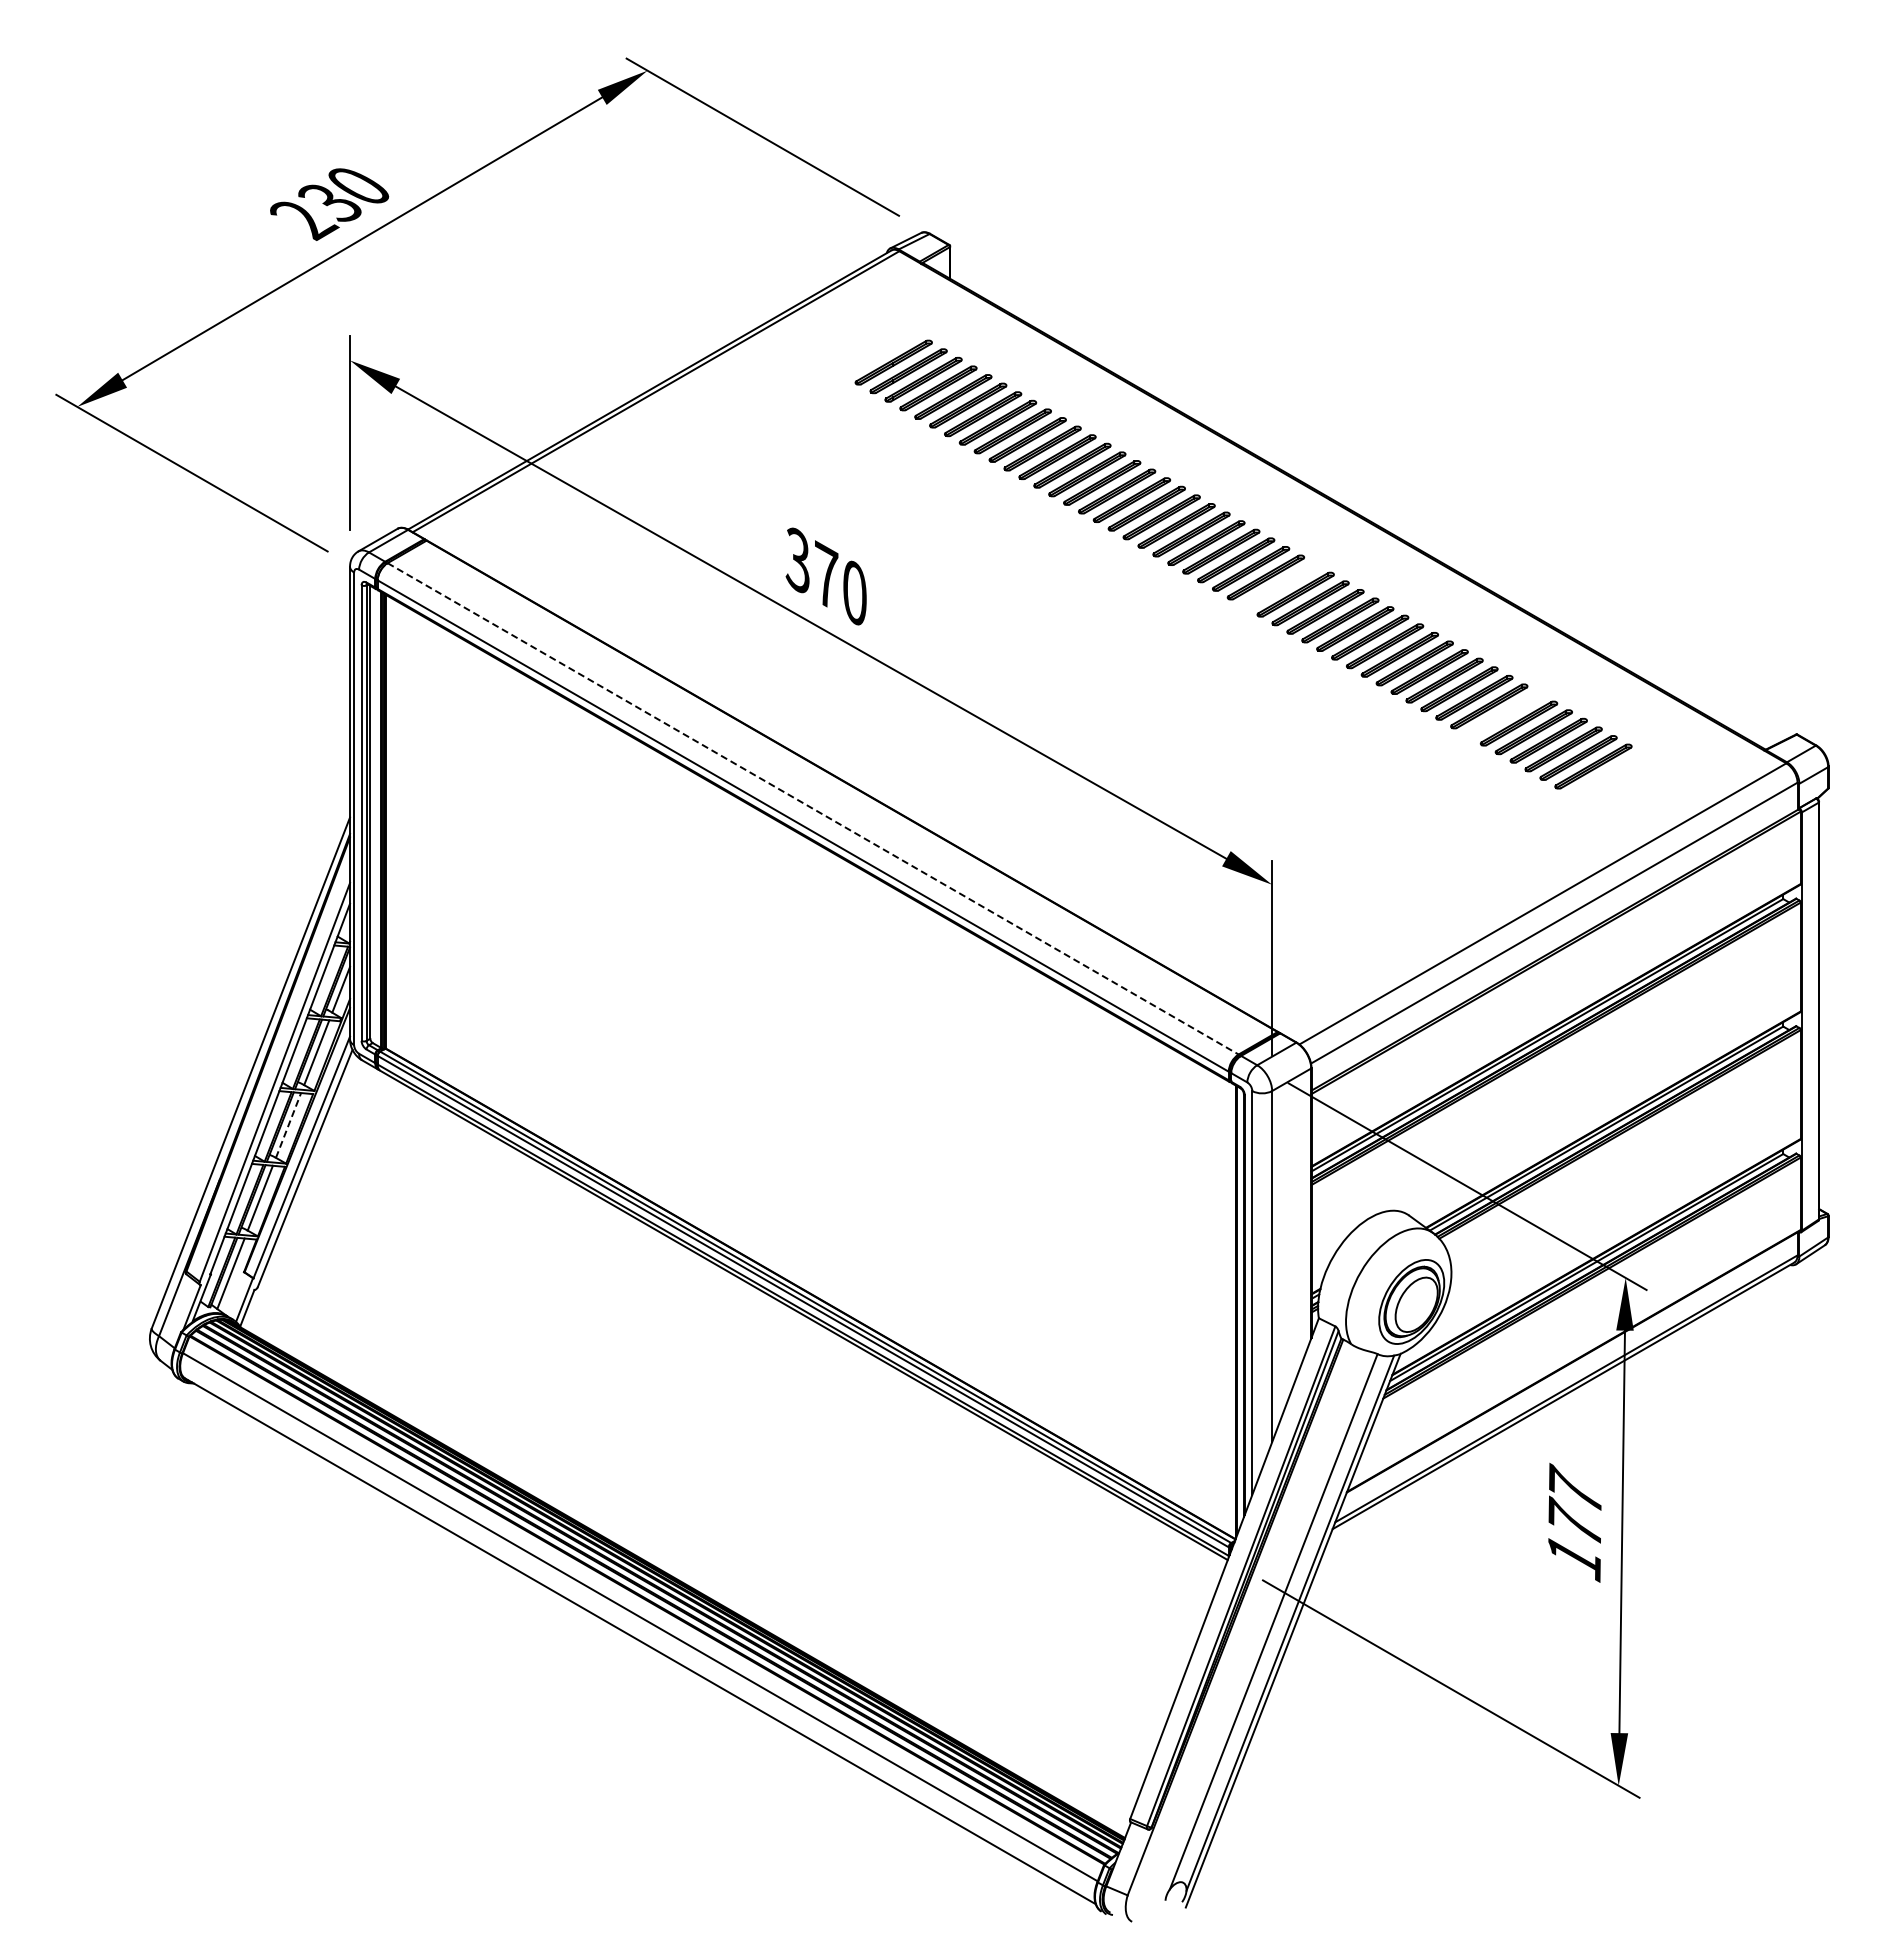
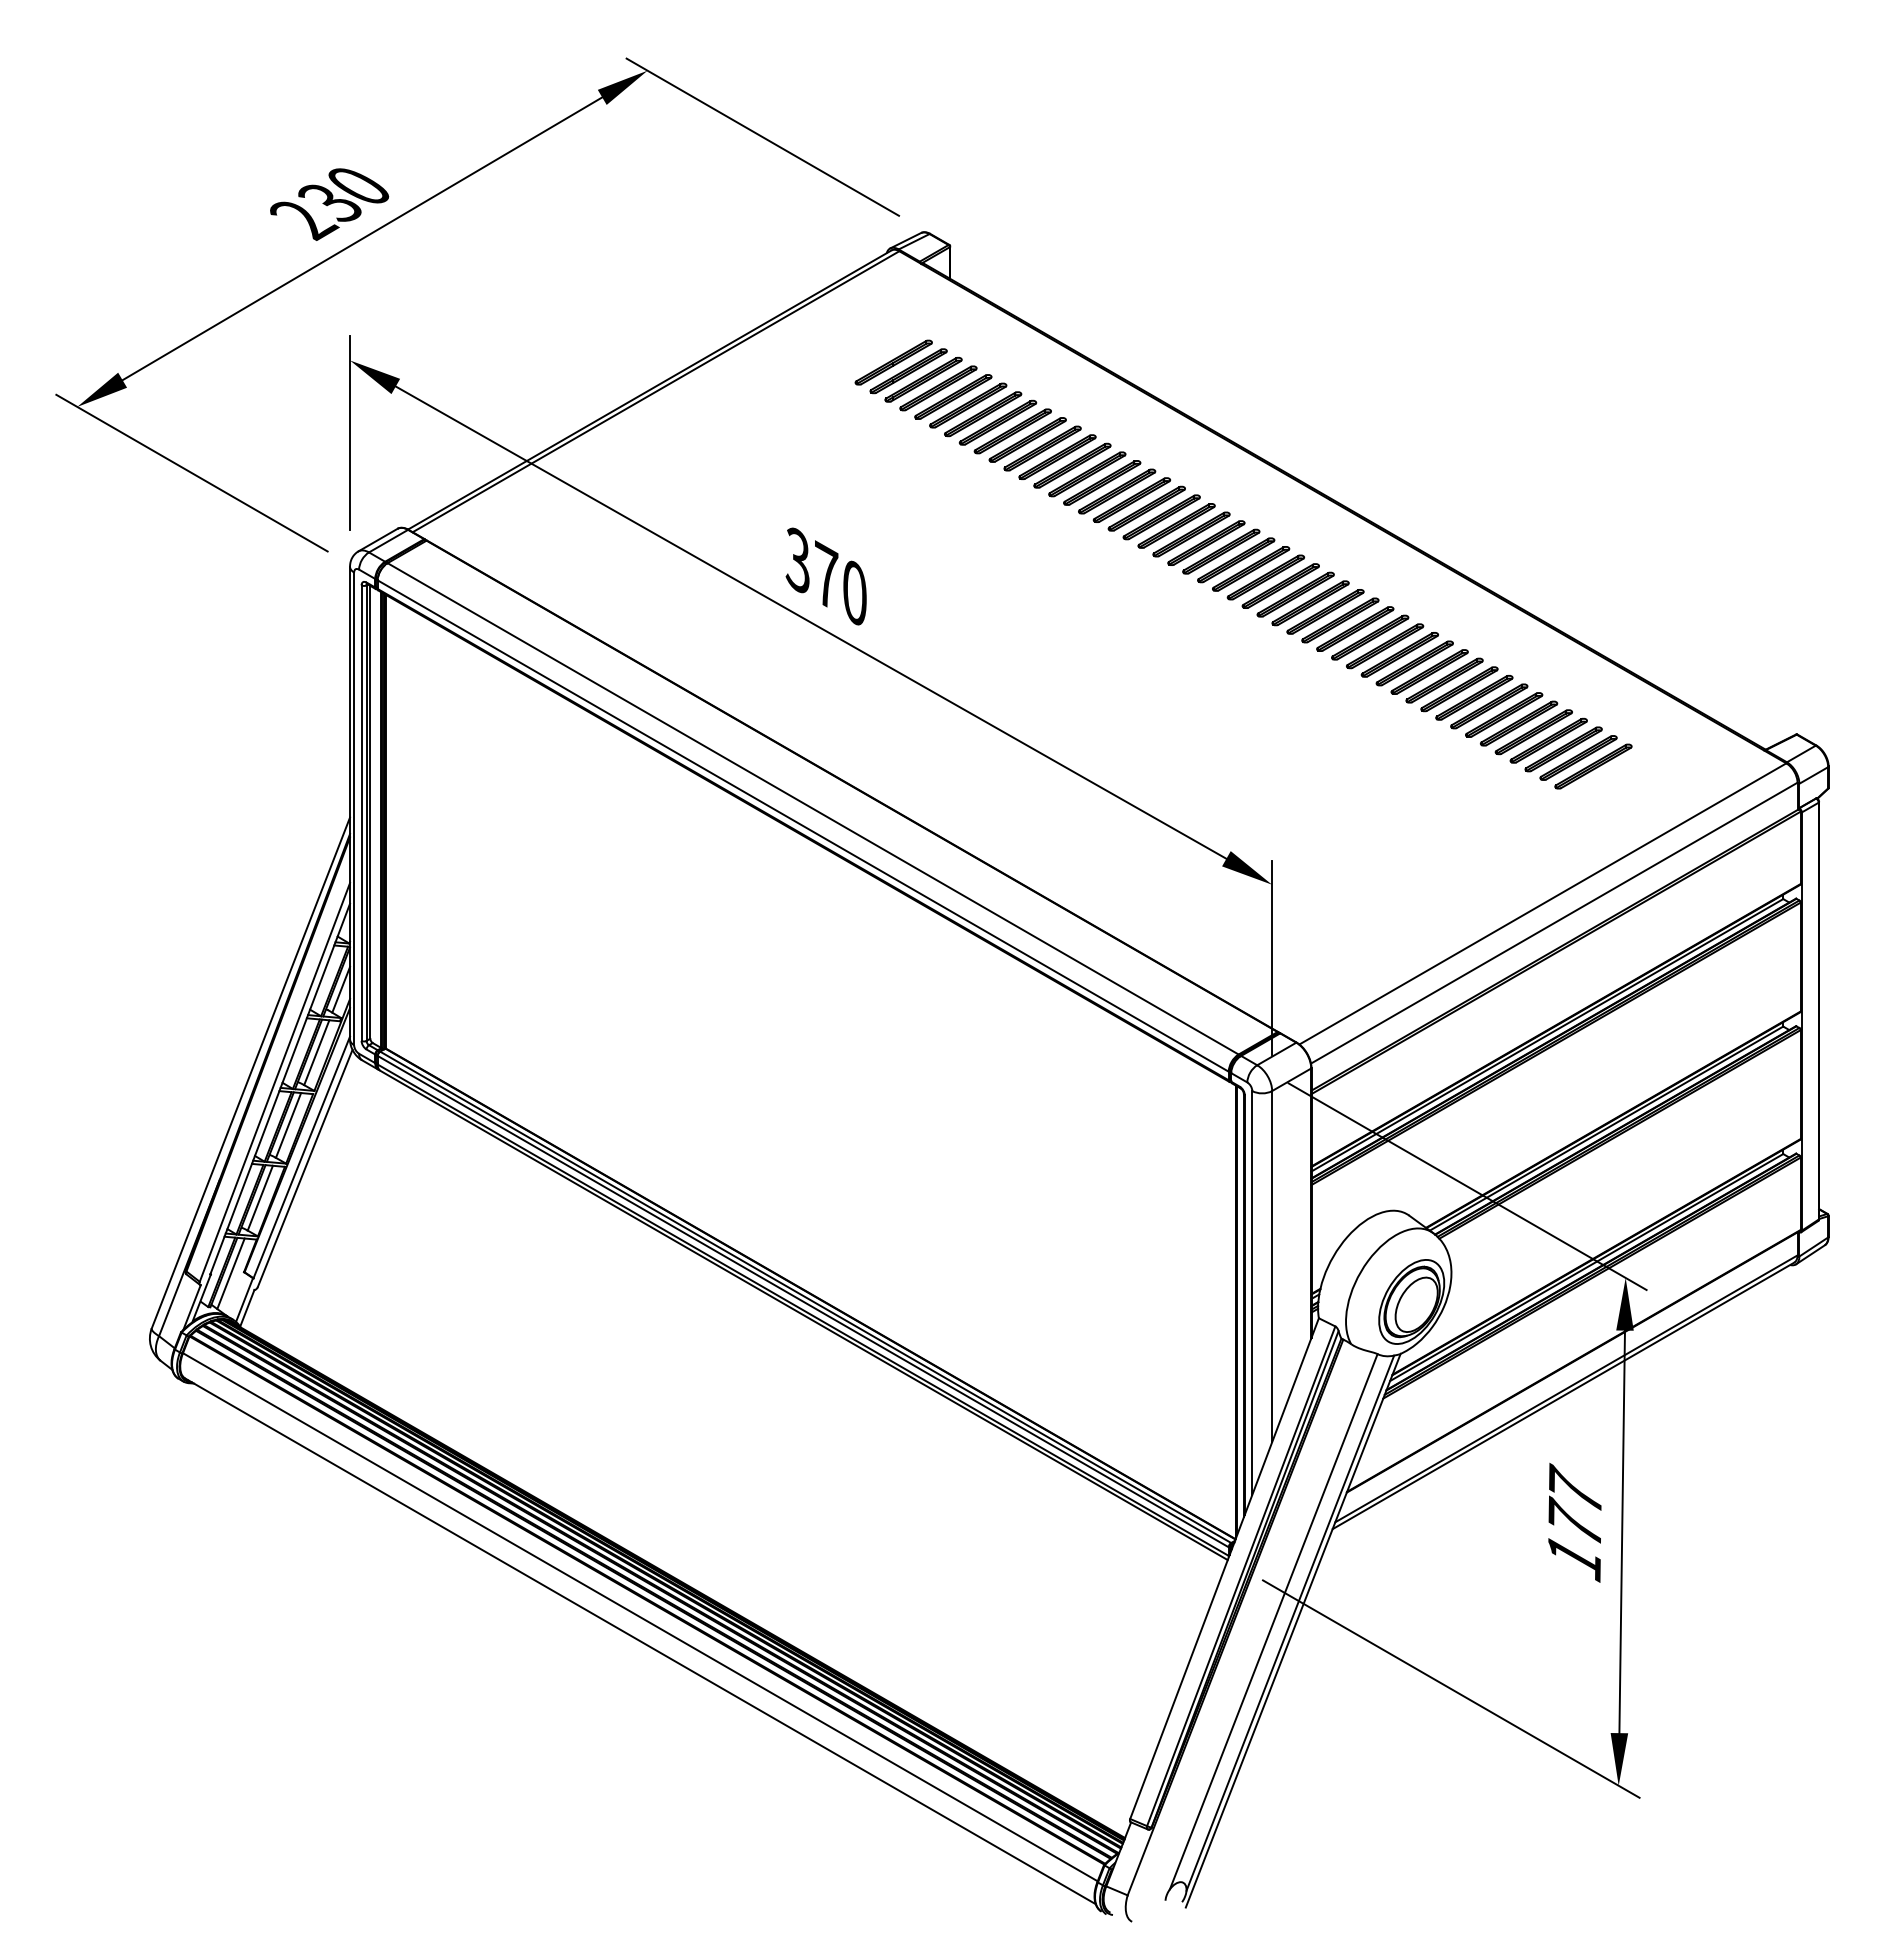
part at (1280, 585): none -> present
part at (1504, 714): none -> present
line at (813, 809): dashed -> solid
line at (288, 1125): dashed -> solid
